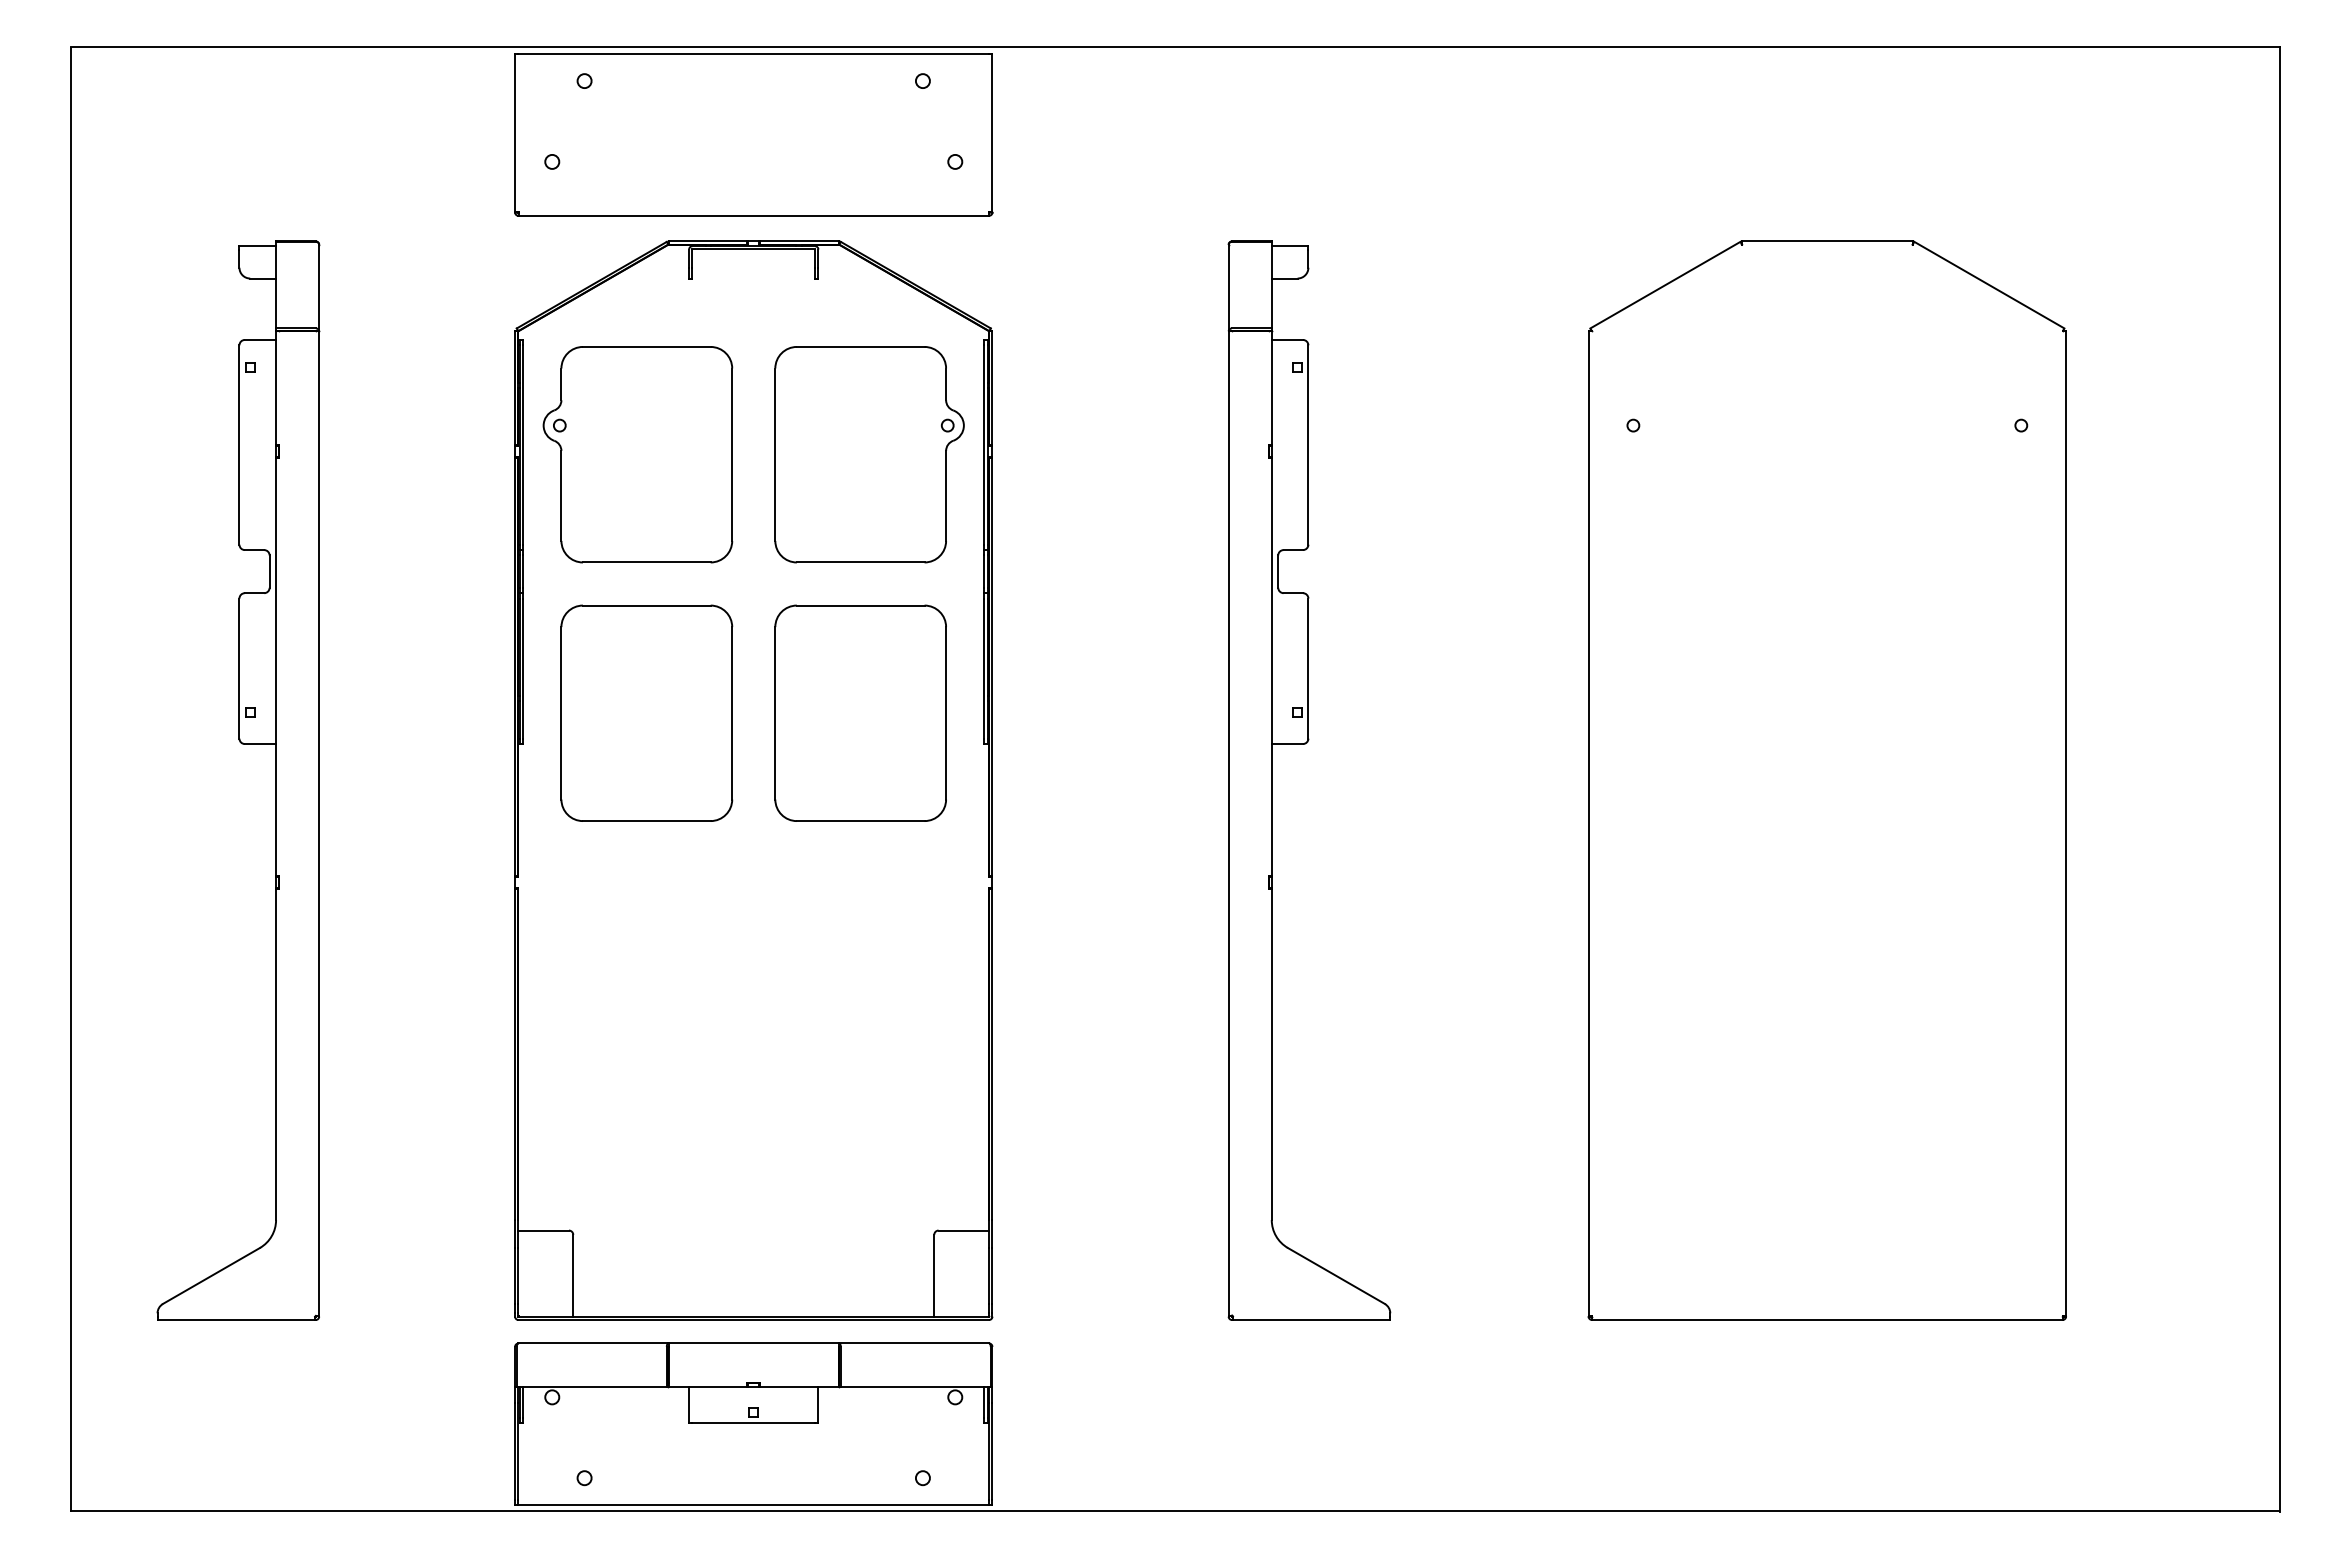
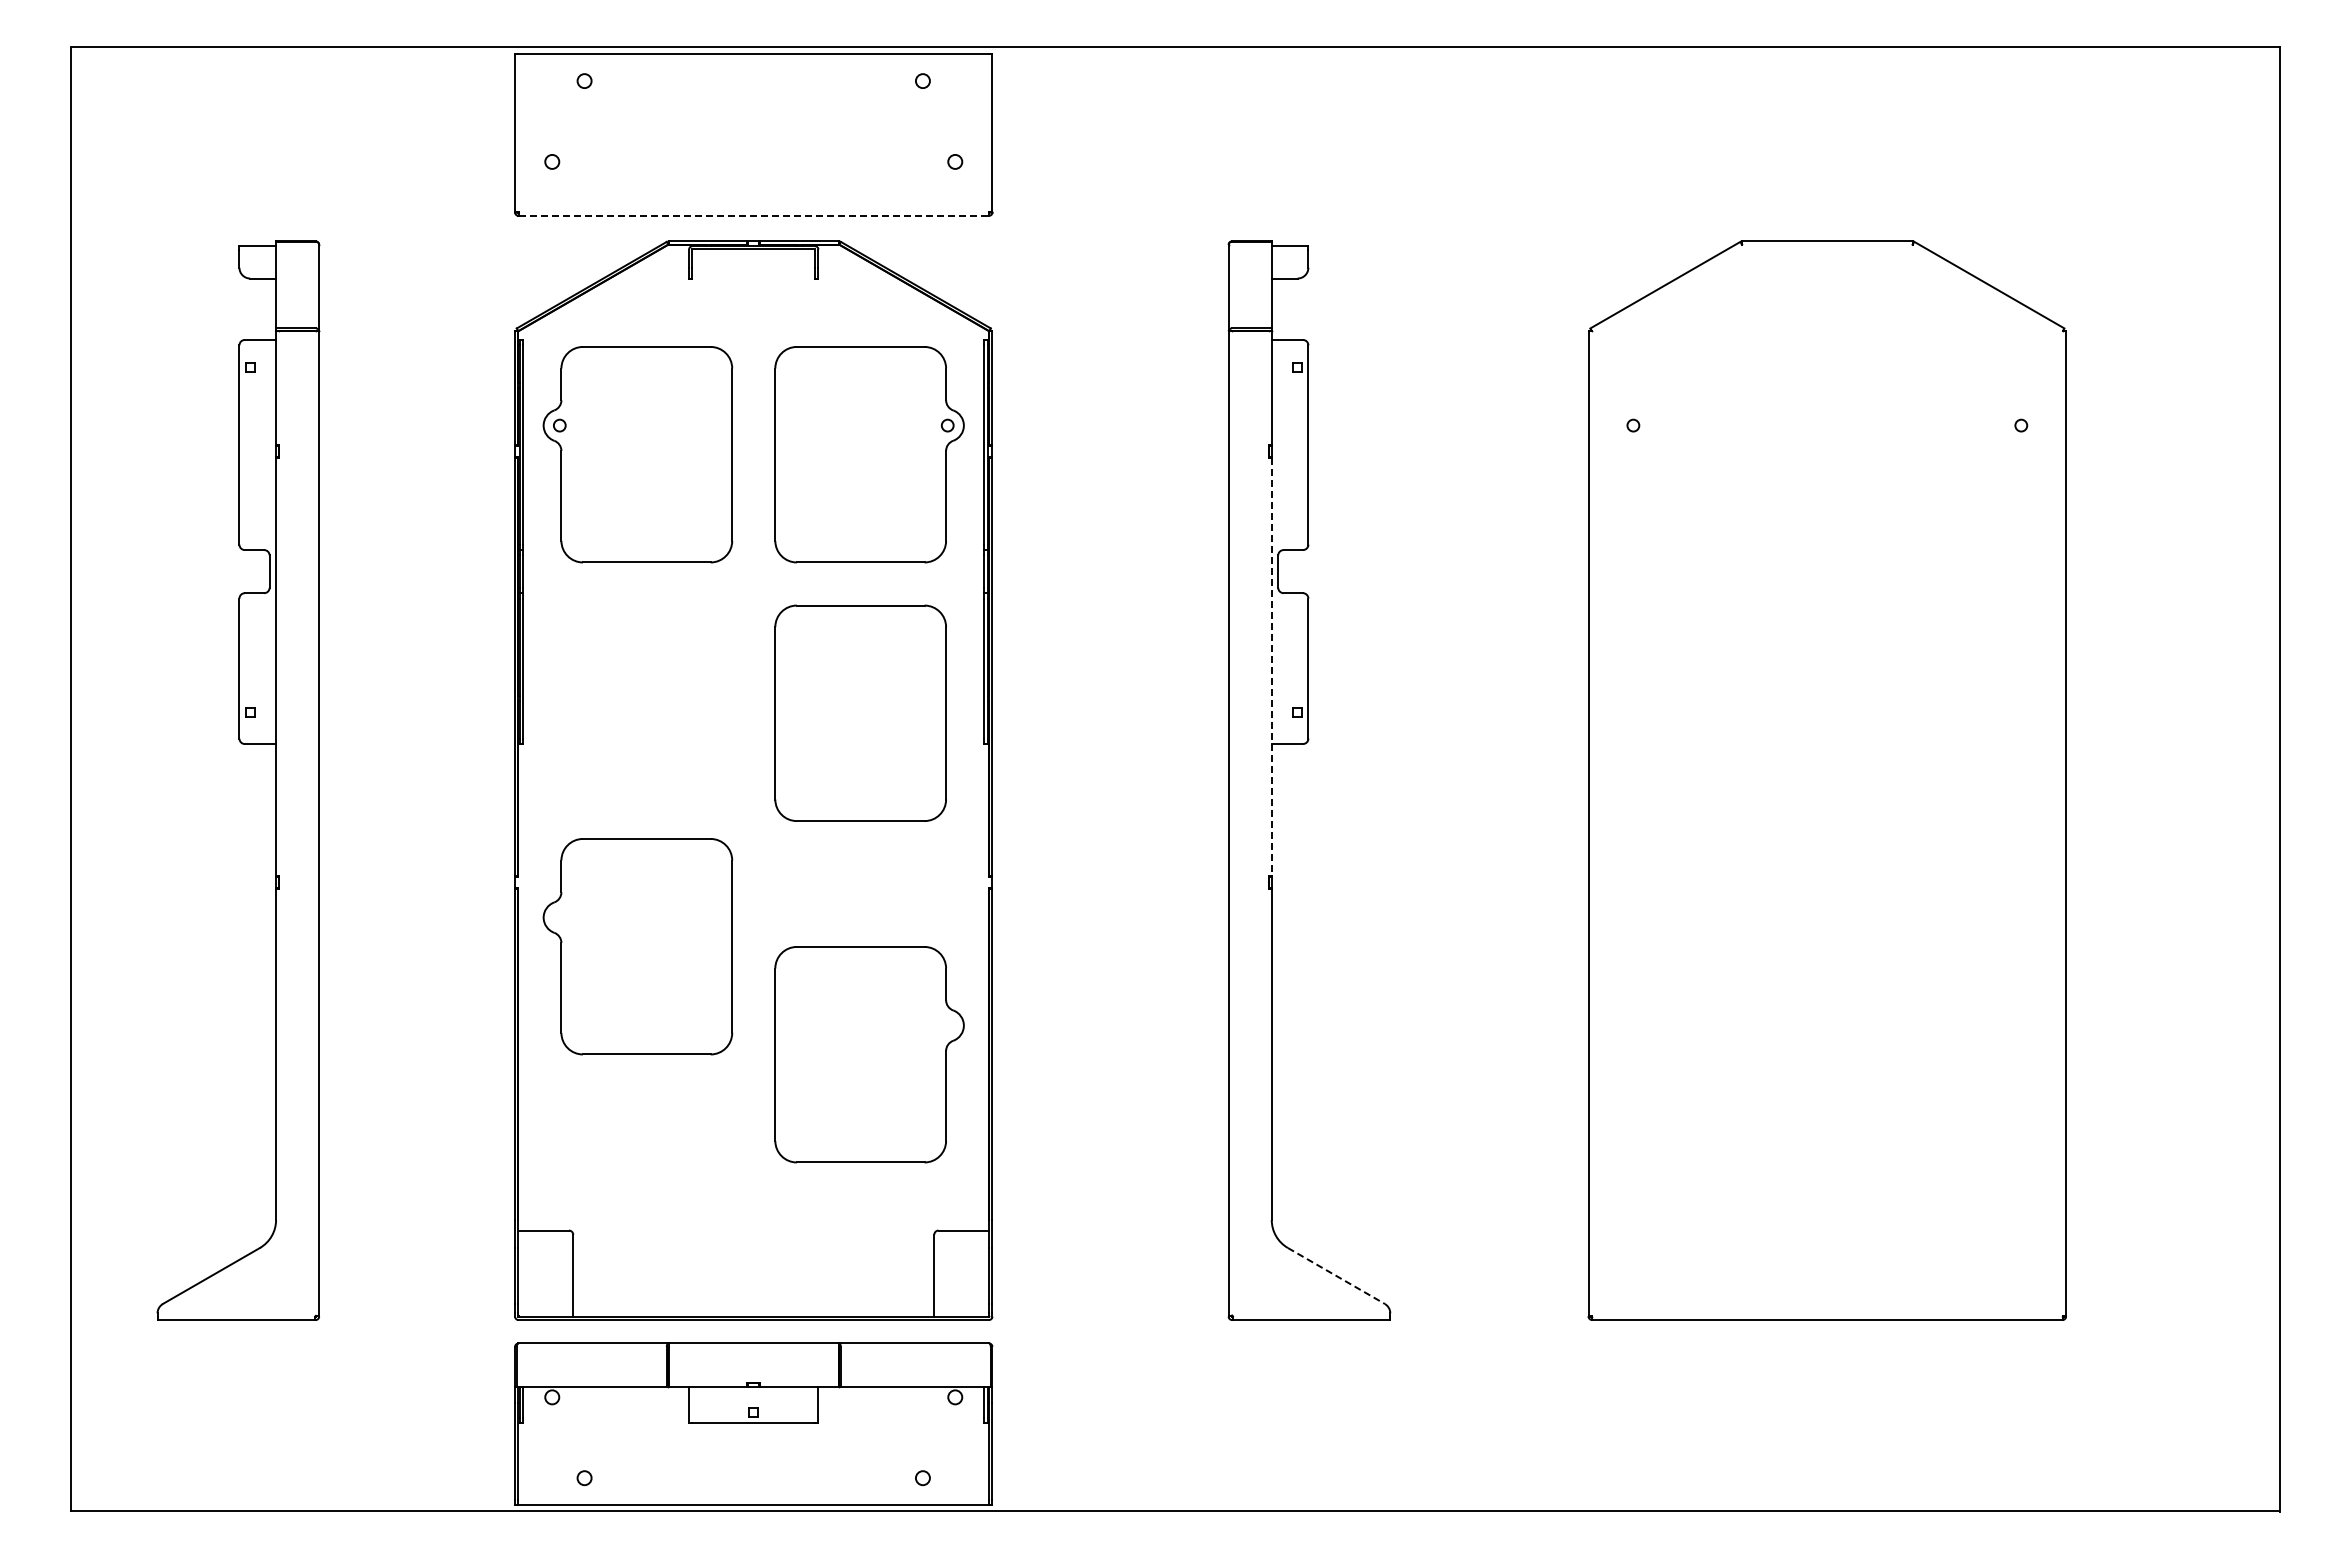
line at (754, 215): solid -> dashed
line at (1271, 667): solid -> dashed
part at (646, 712): present -> none
part at (637, 946): none -> present
part at (869, 1054): none -> present
line at (1336, 1275): solid -> dashed
